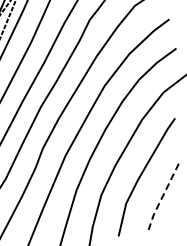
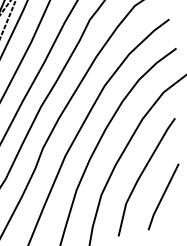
line at (162, 197): dashed -> solid
